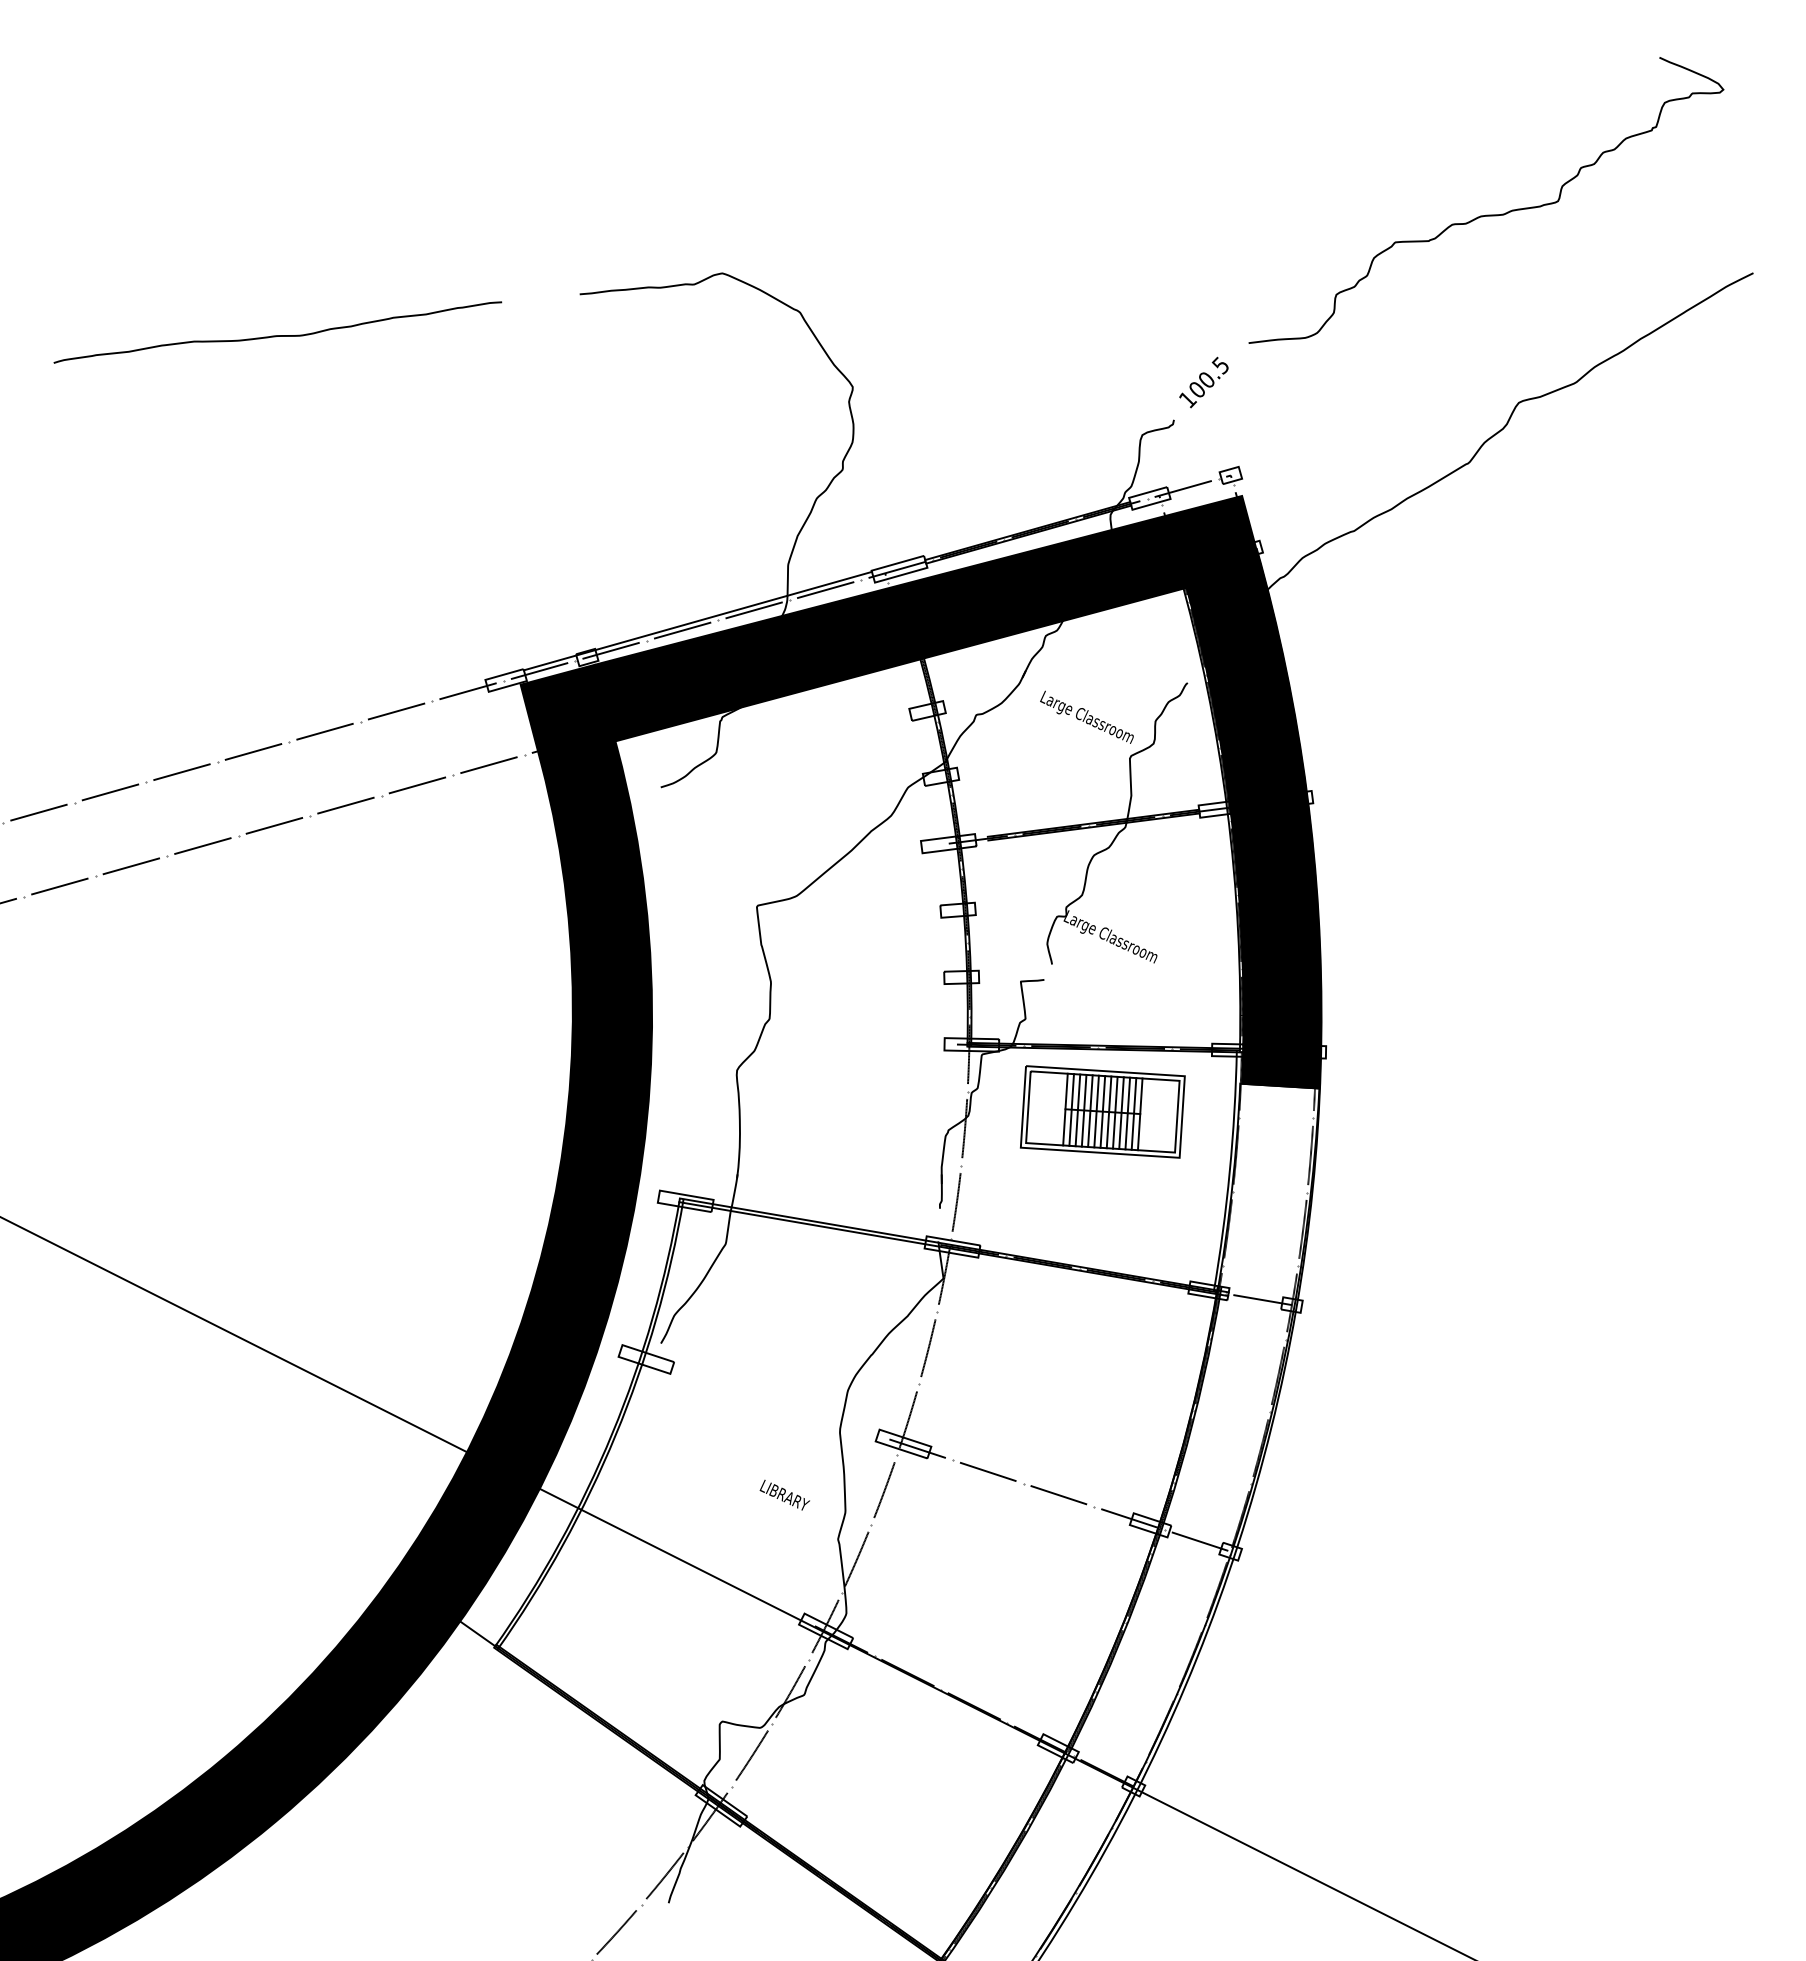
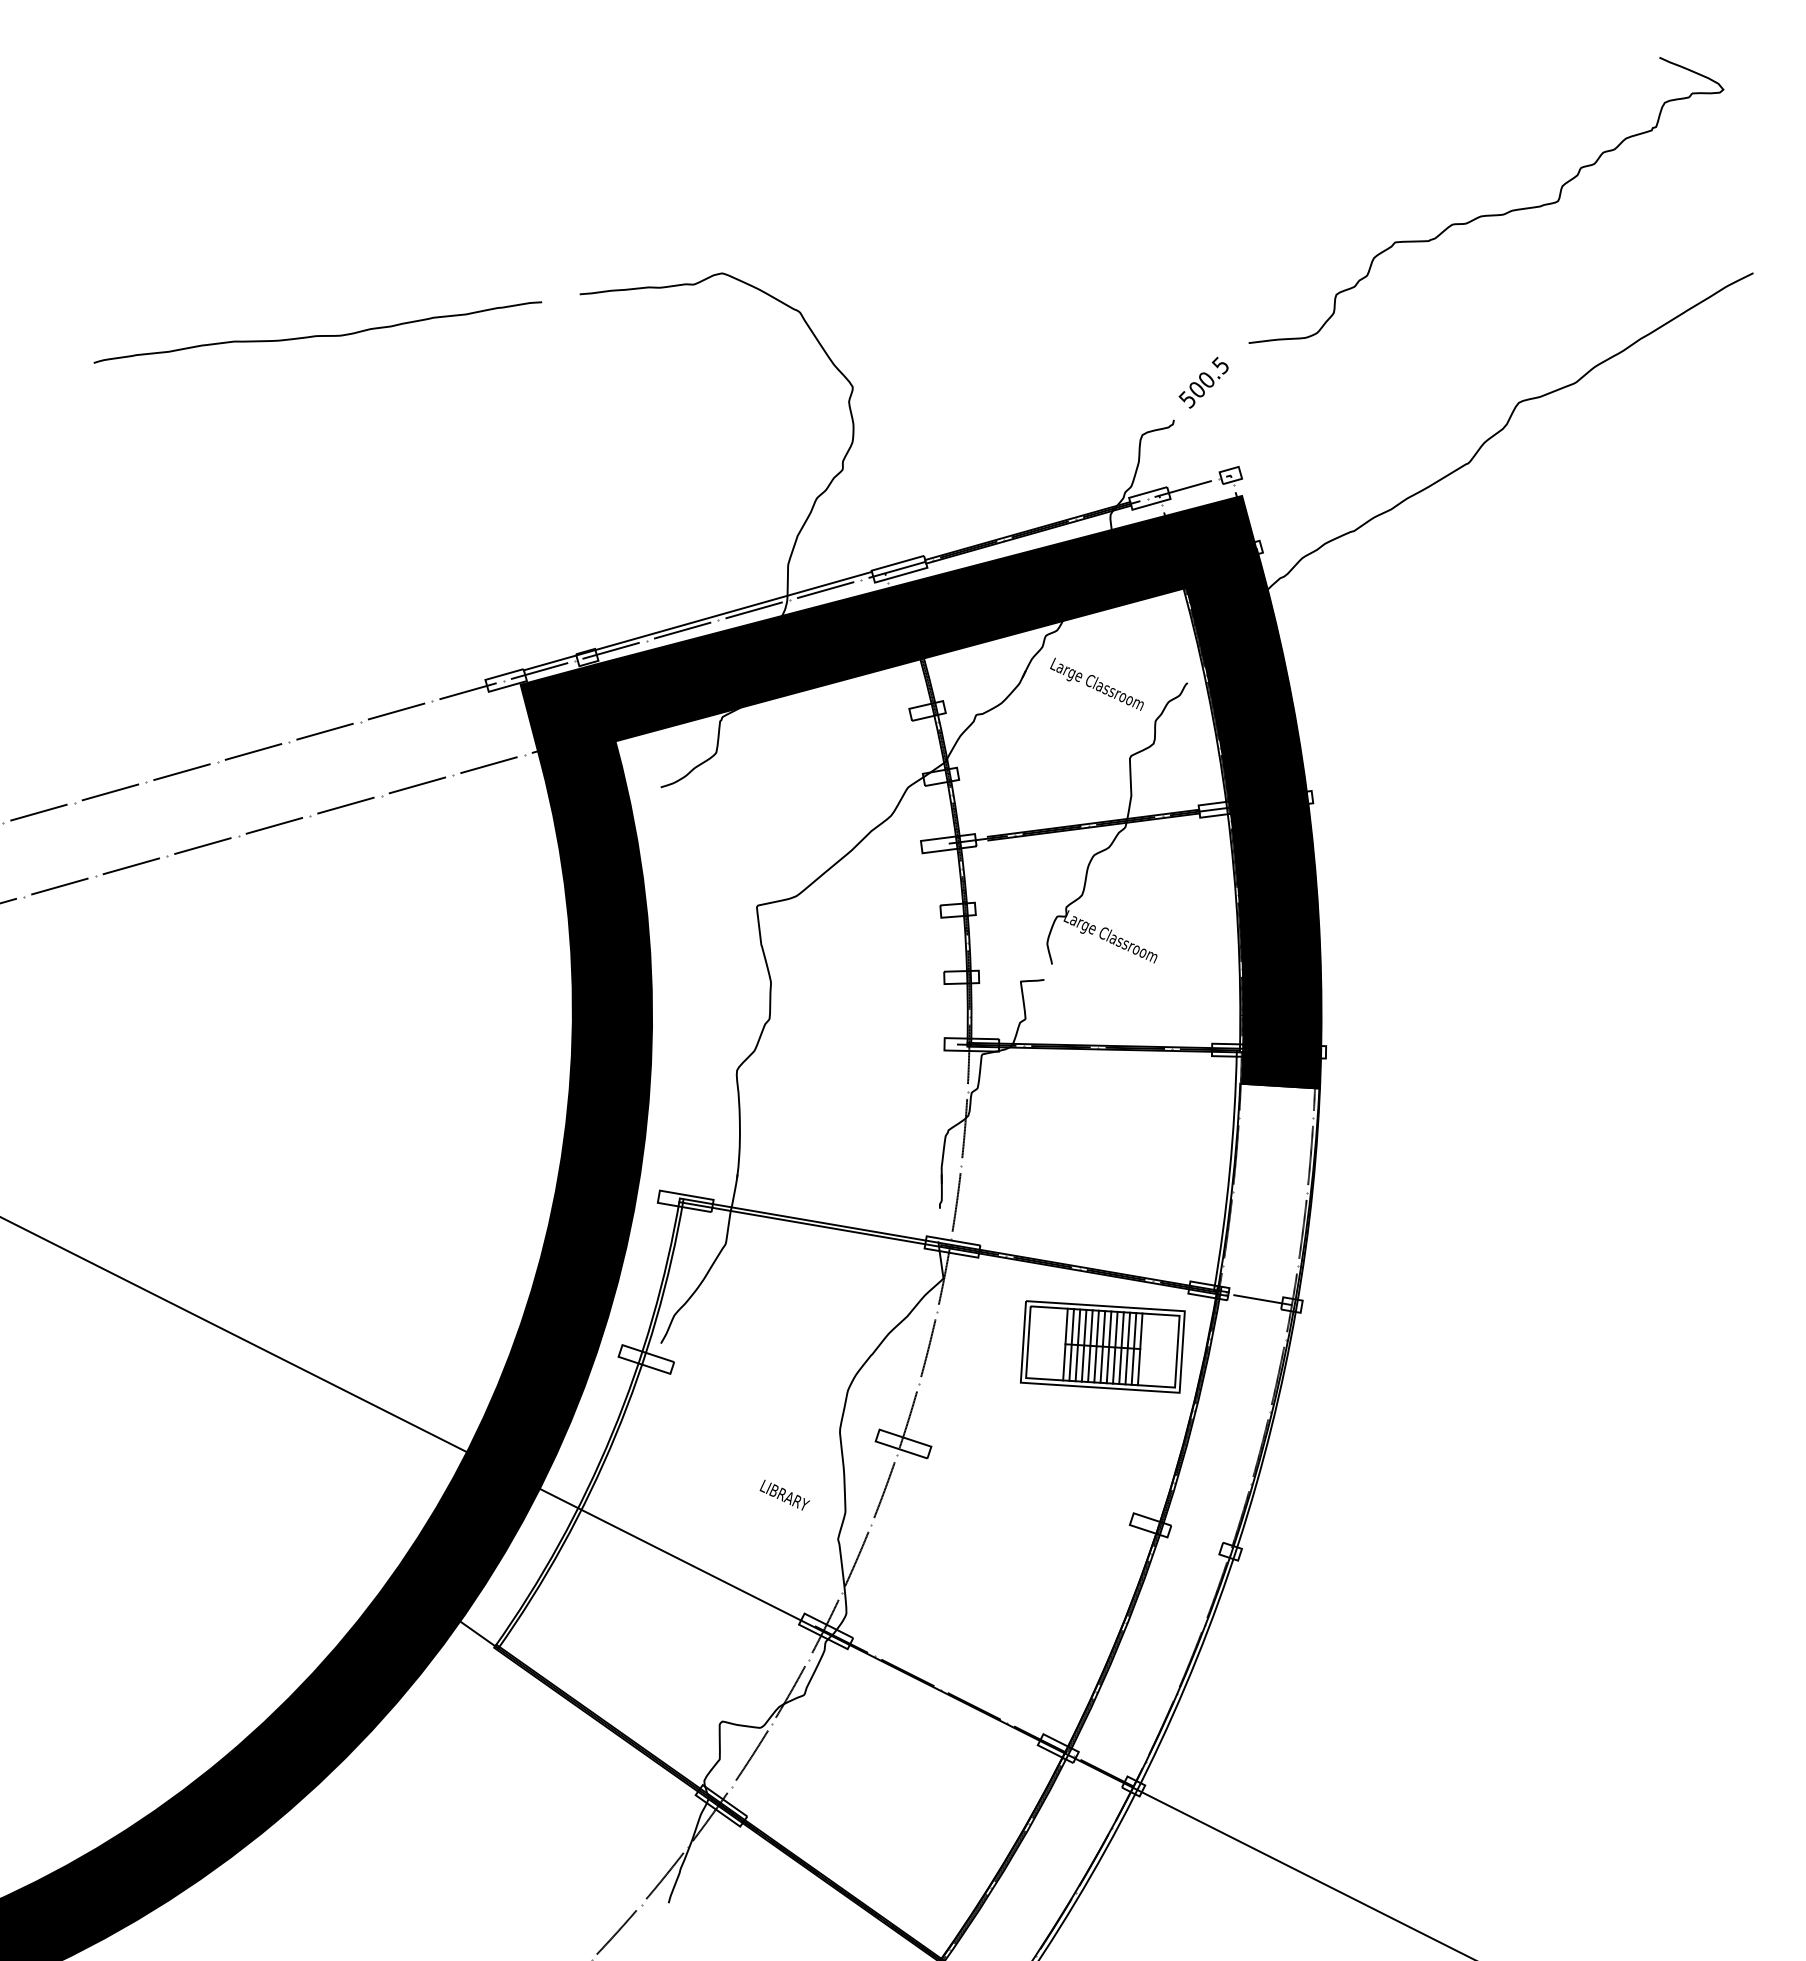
curve at (277, 335) position: (277, 335) -> (317, 335)
text at (1187, 399): 100.5 -> 500.5
text at (1086, 716) position: (1086, 716) -> (1096, 683)
part at (1102, 1111) position: (1102, 1111) -> (1102, 1346)
line at (1059, 1495): present -> none
